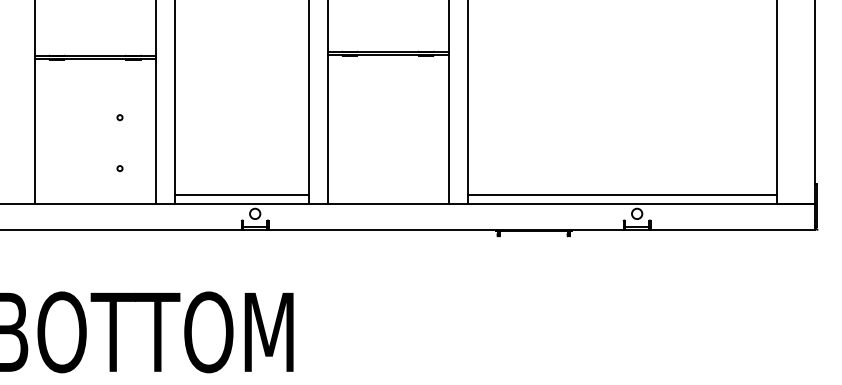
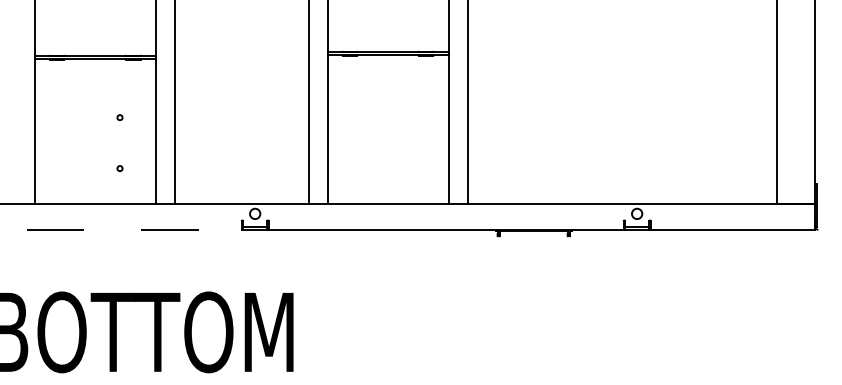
line at (241, 194): present -> none
line at (622, 194): present -> none
line at (120, 229): solid -> dashed
